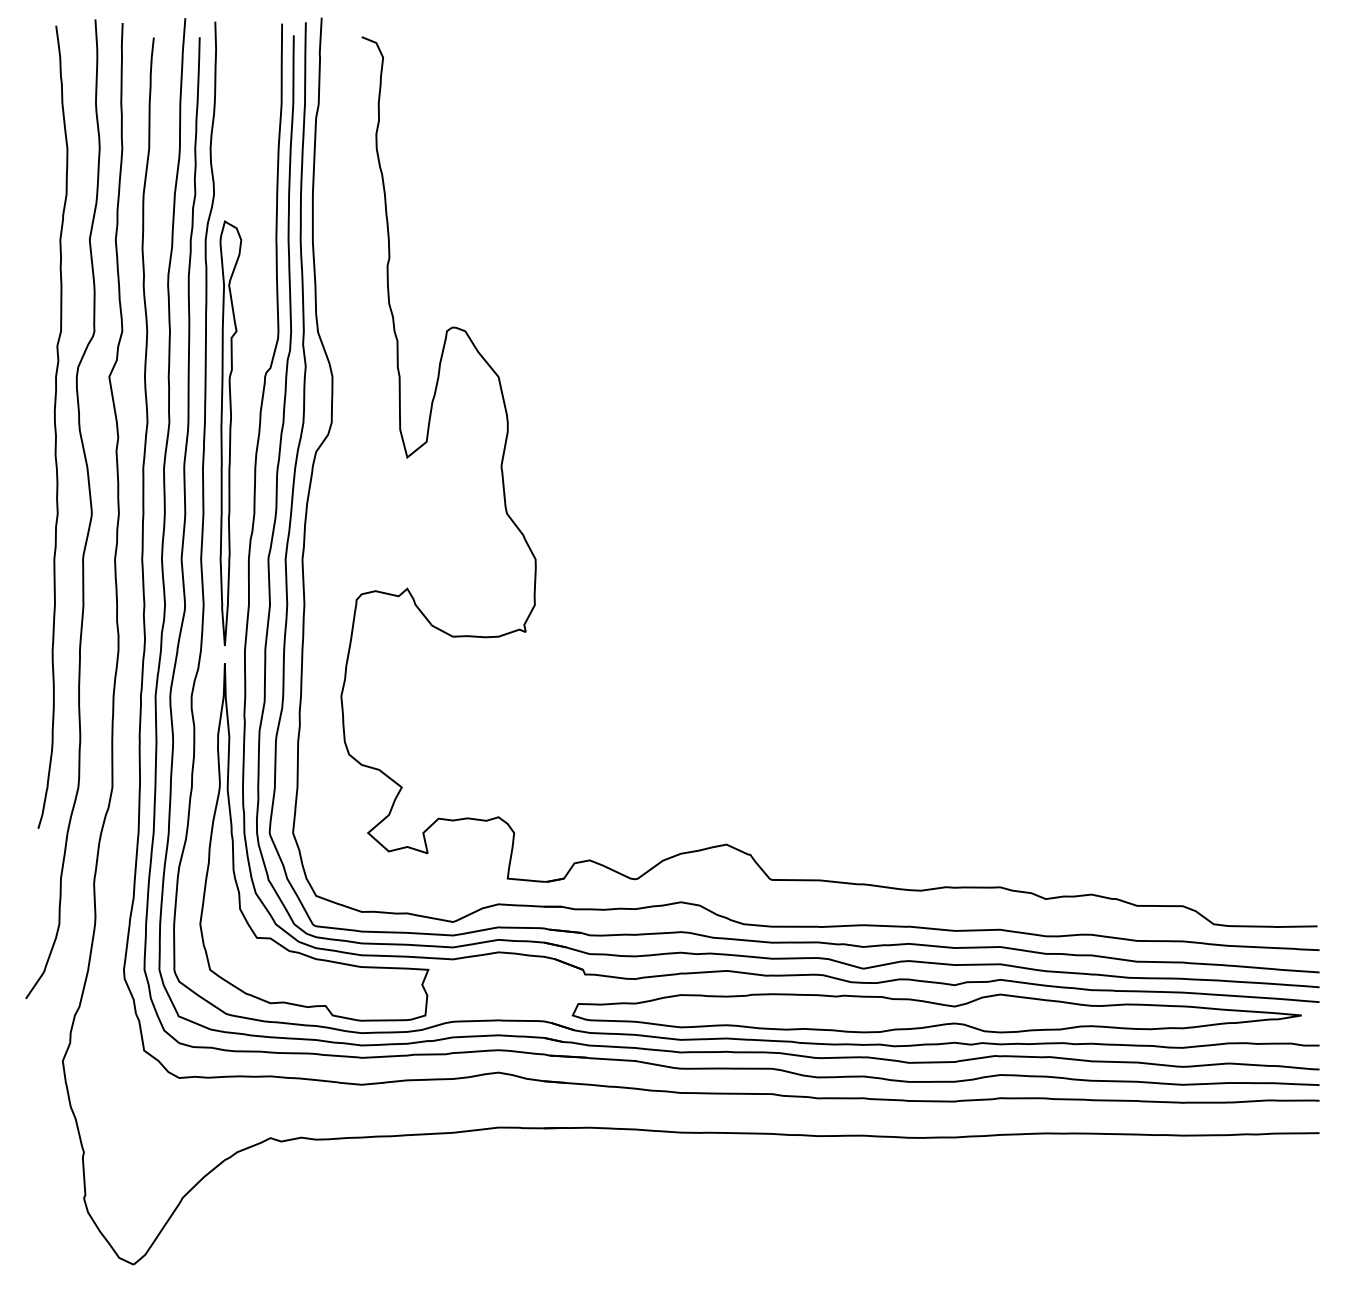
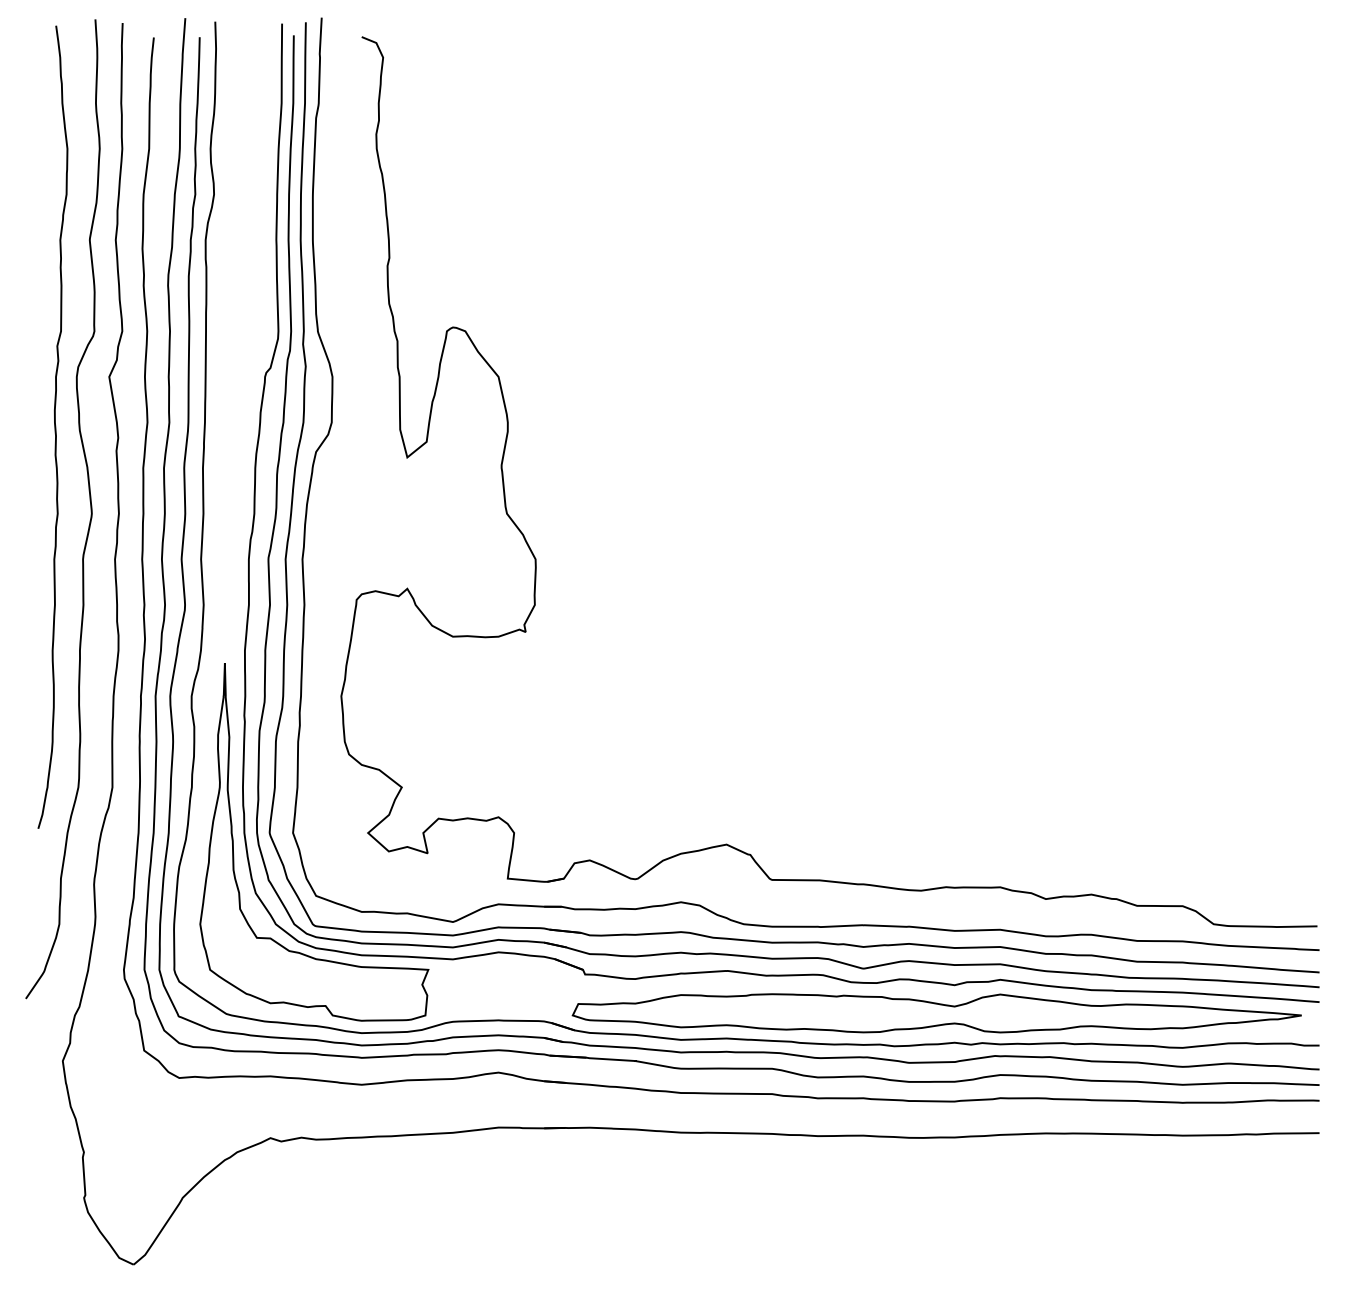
part at (230, 433): present -> none
